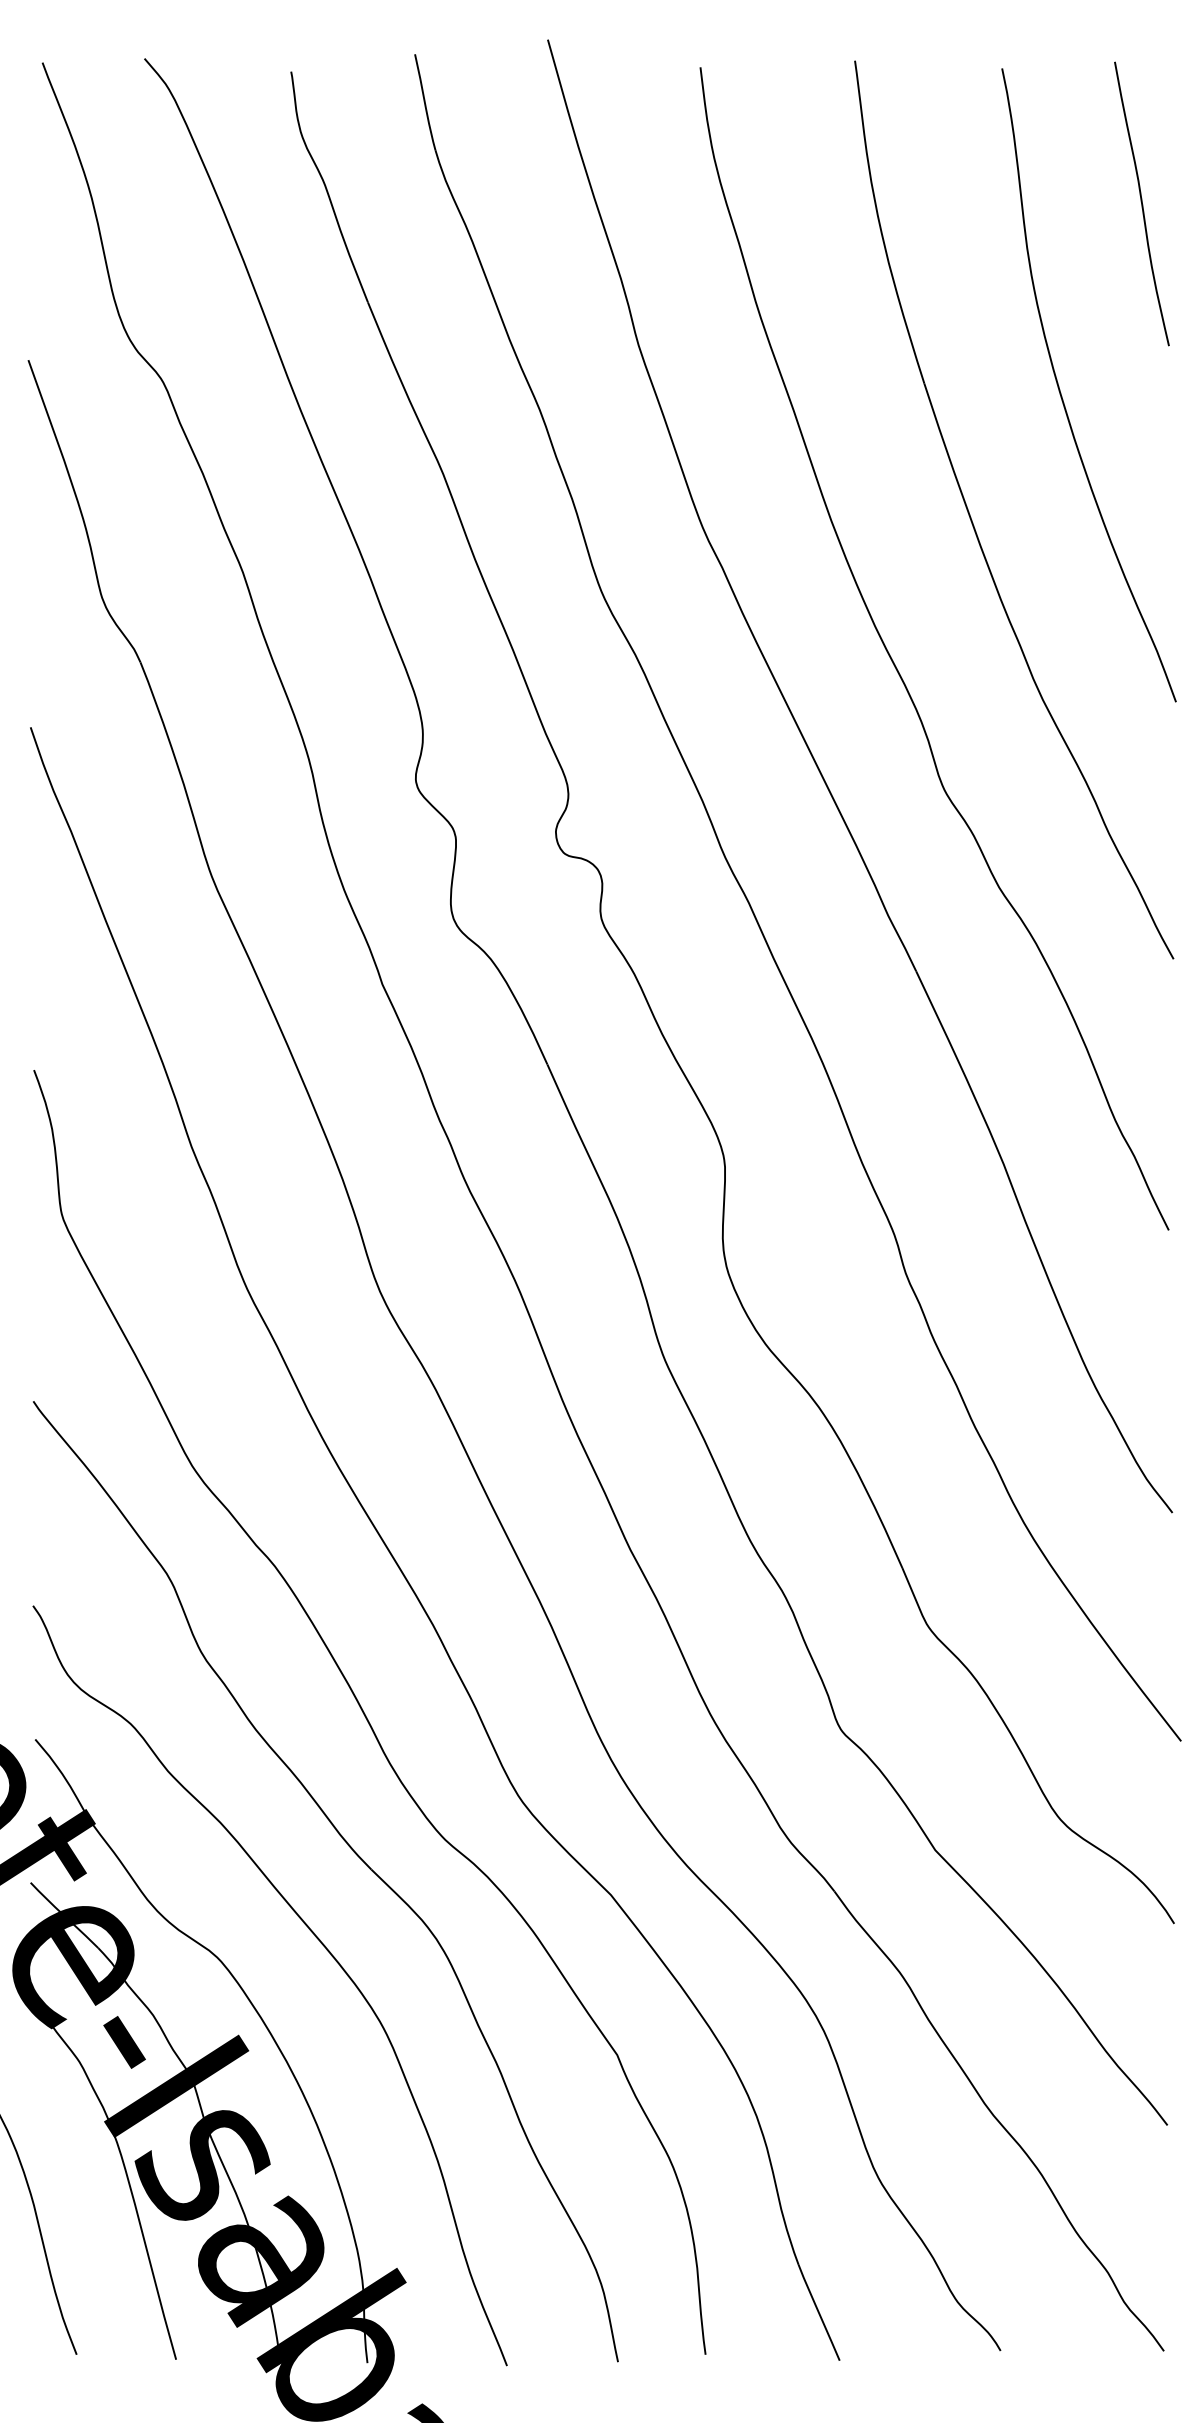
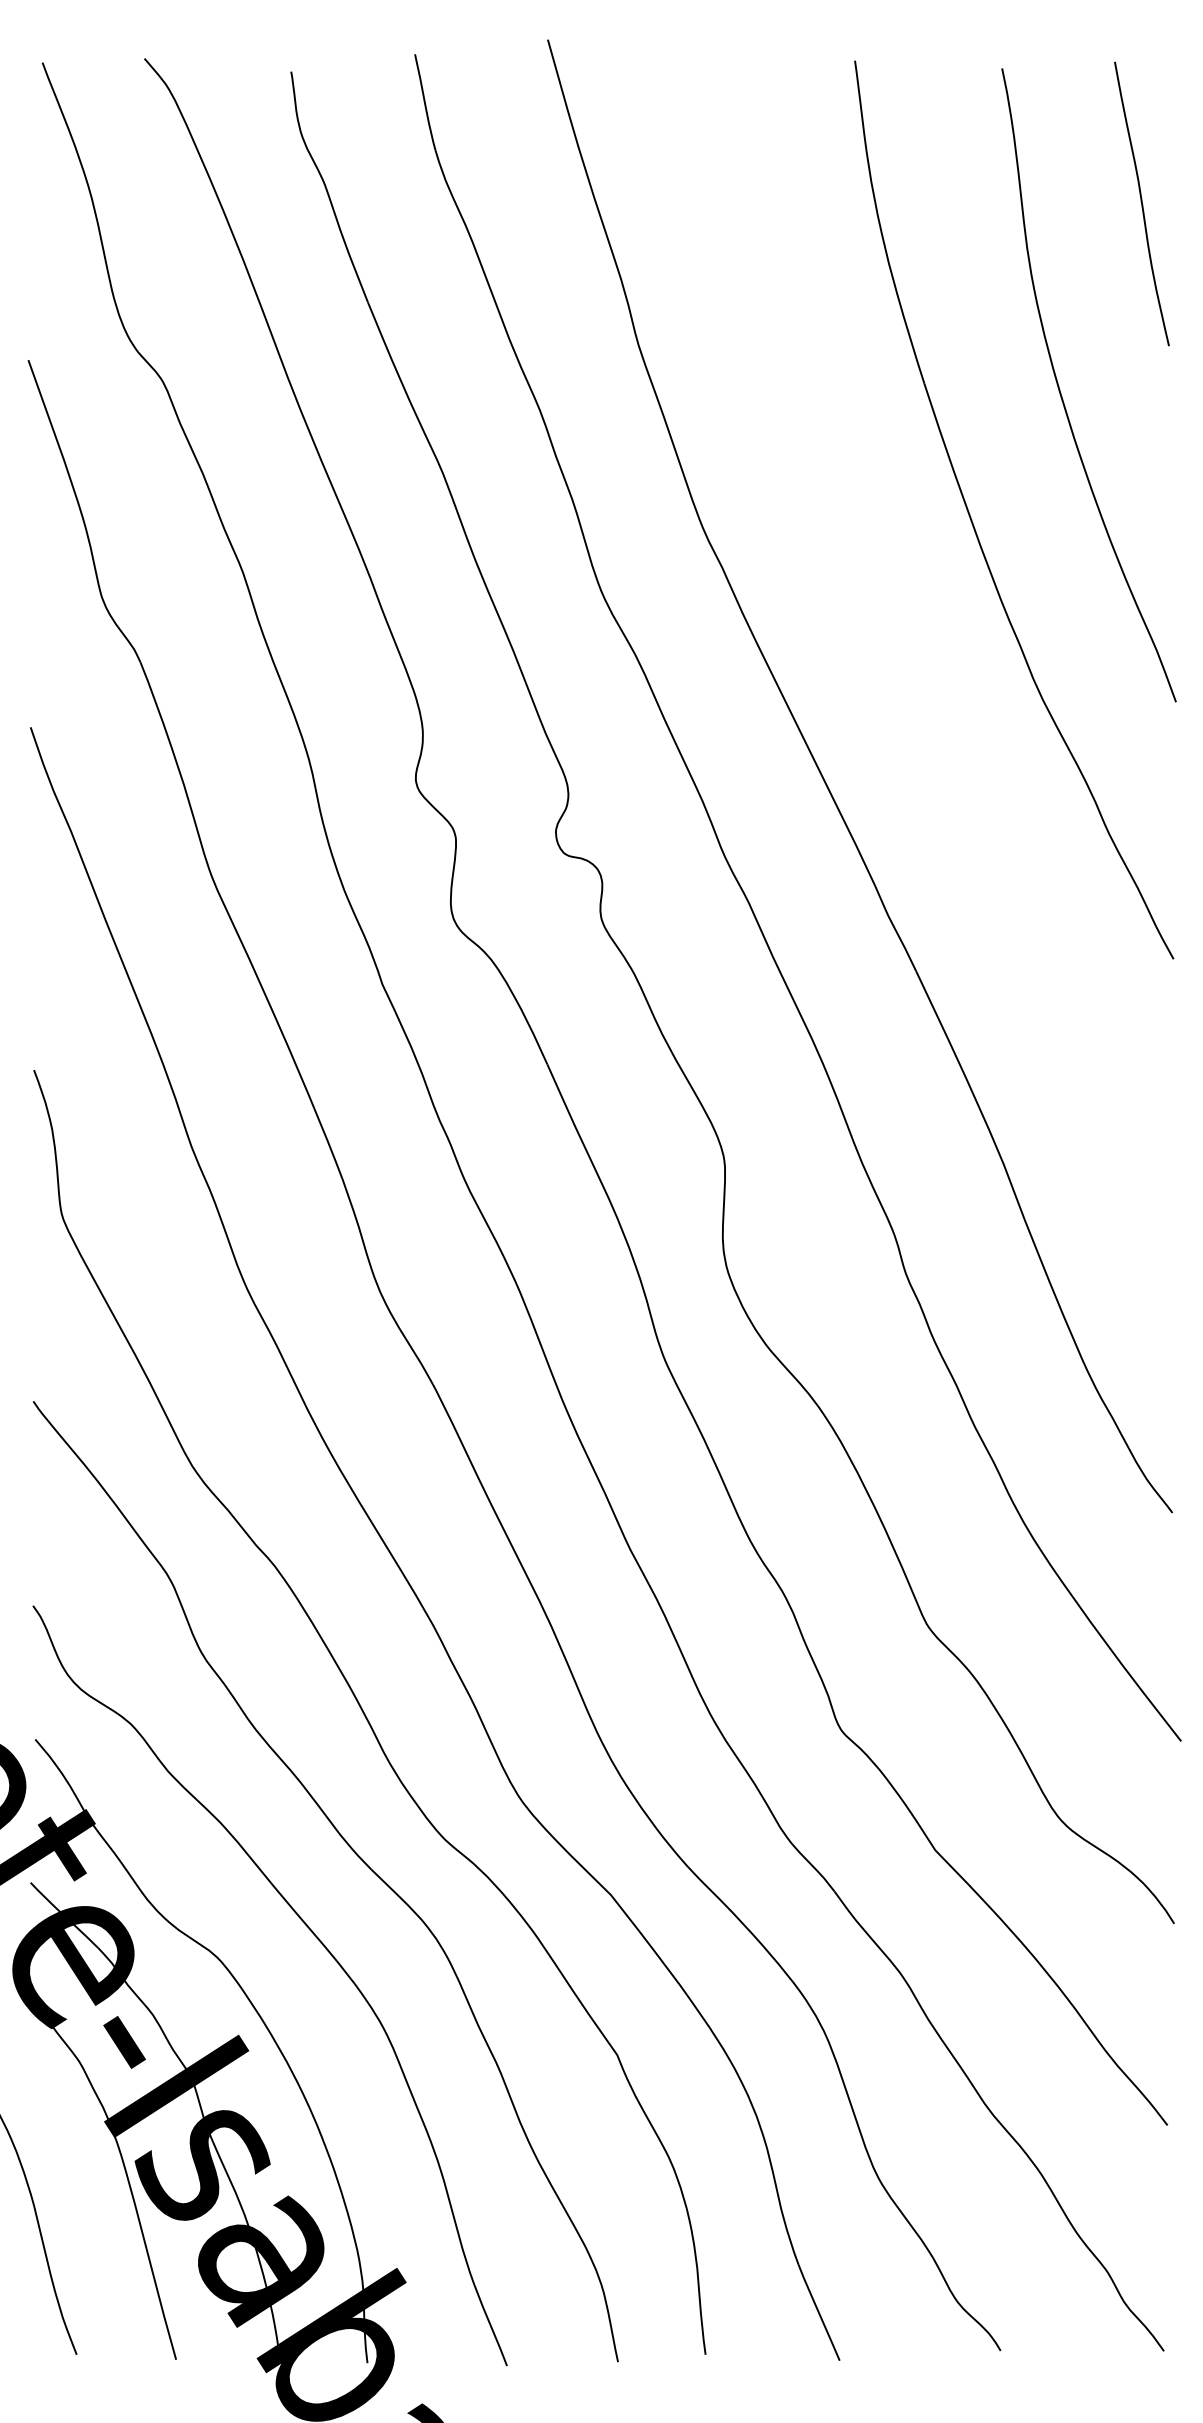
curve at (896, 666): present -> none
